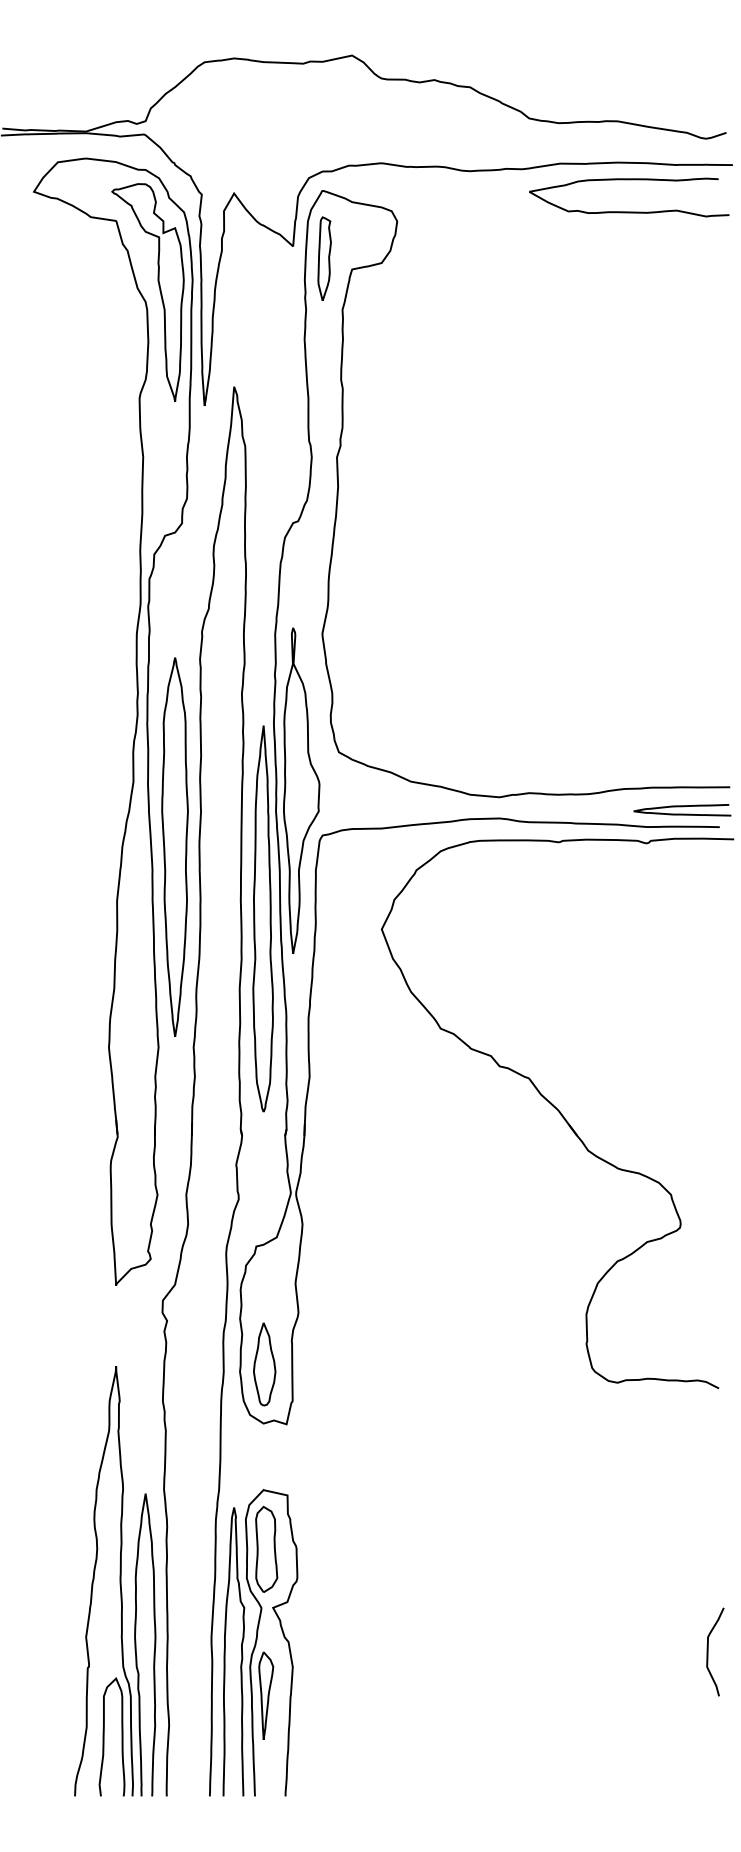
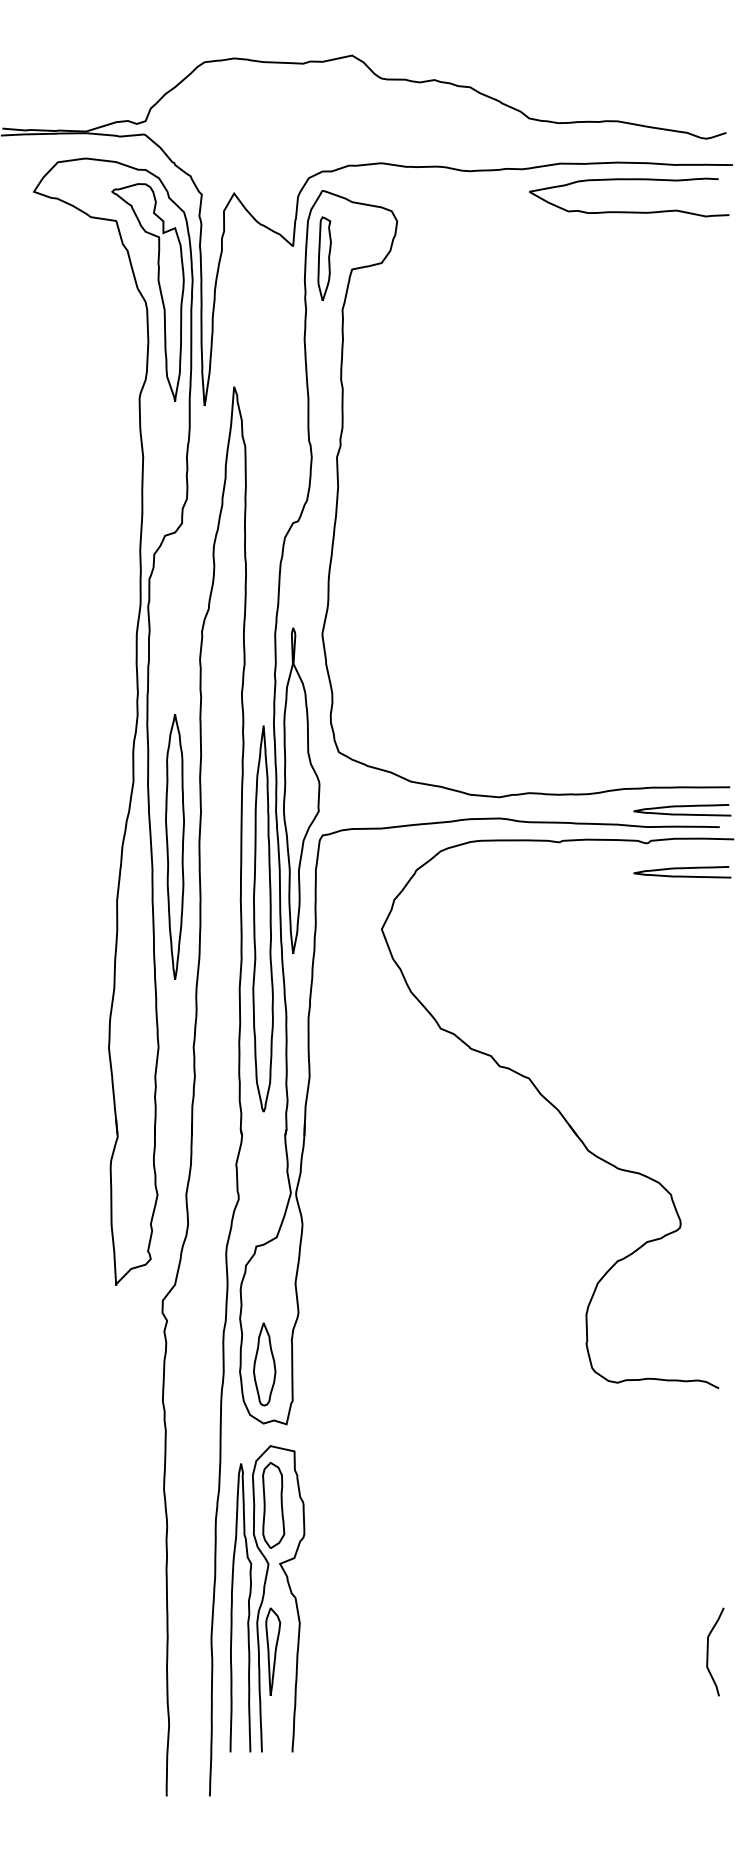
part at (174, 846) size: 28x380 px -> 20x266 px
curve at (682, 869): none -> present
part at (115, 1581): present -> none
part at (260, 1642) position: (260, 1642) -> (267, 1598)
